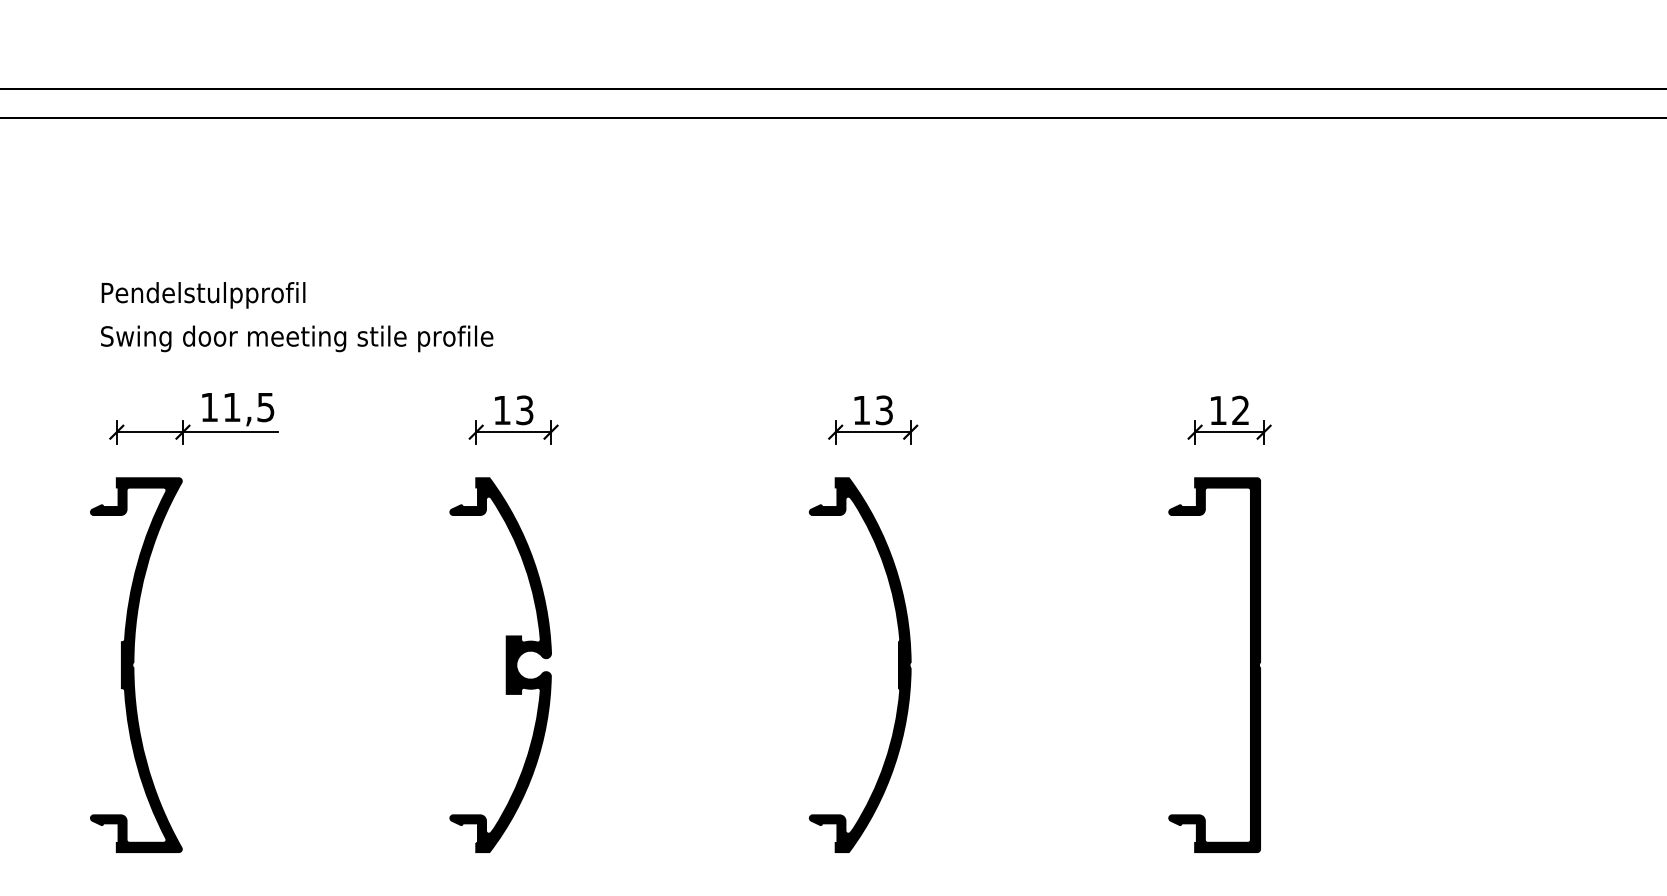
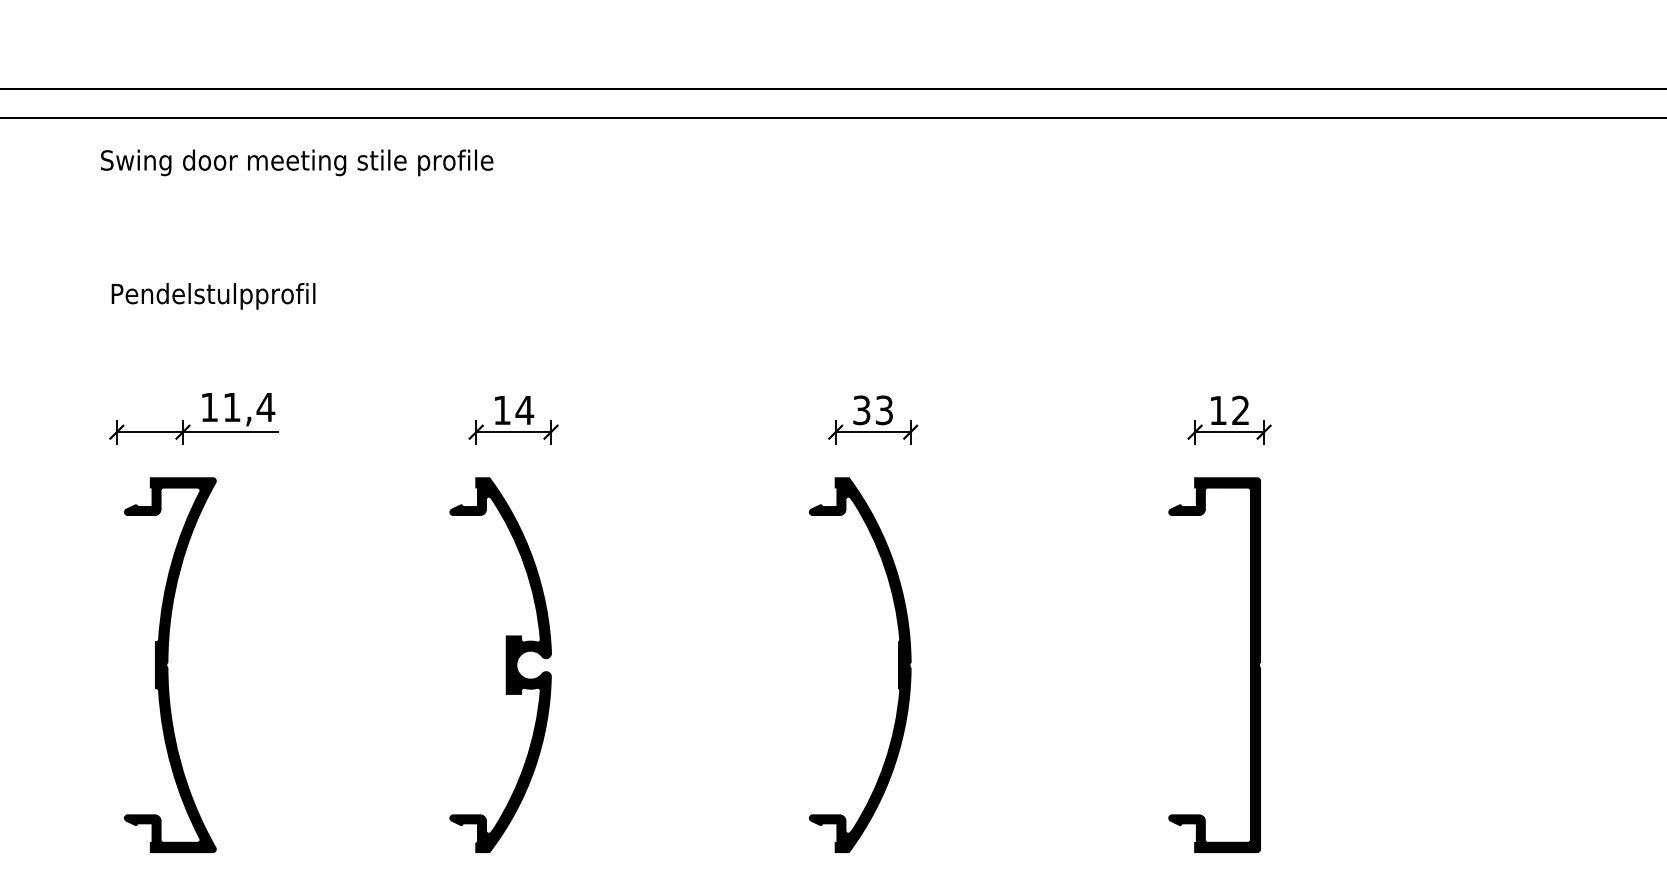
text at (203, 295) position: (203, 295) -> (213, 296)
text at (297, 338) position: (297, 338) -> (297, 162)
text at (265, 407): 11,5 -> 11,4
text at (524, 410): 13 -> 14
text at (861, 410): 13 -> 33
part at (136, 664) position: (136, 664) -> (170, 664)
